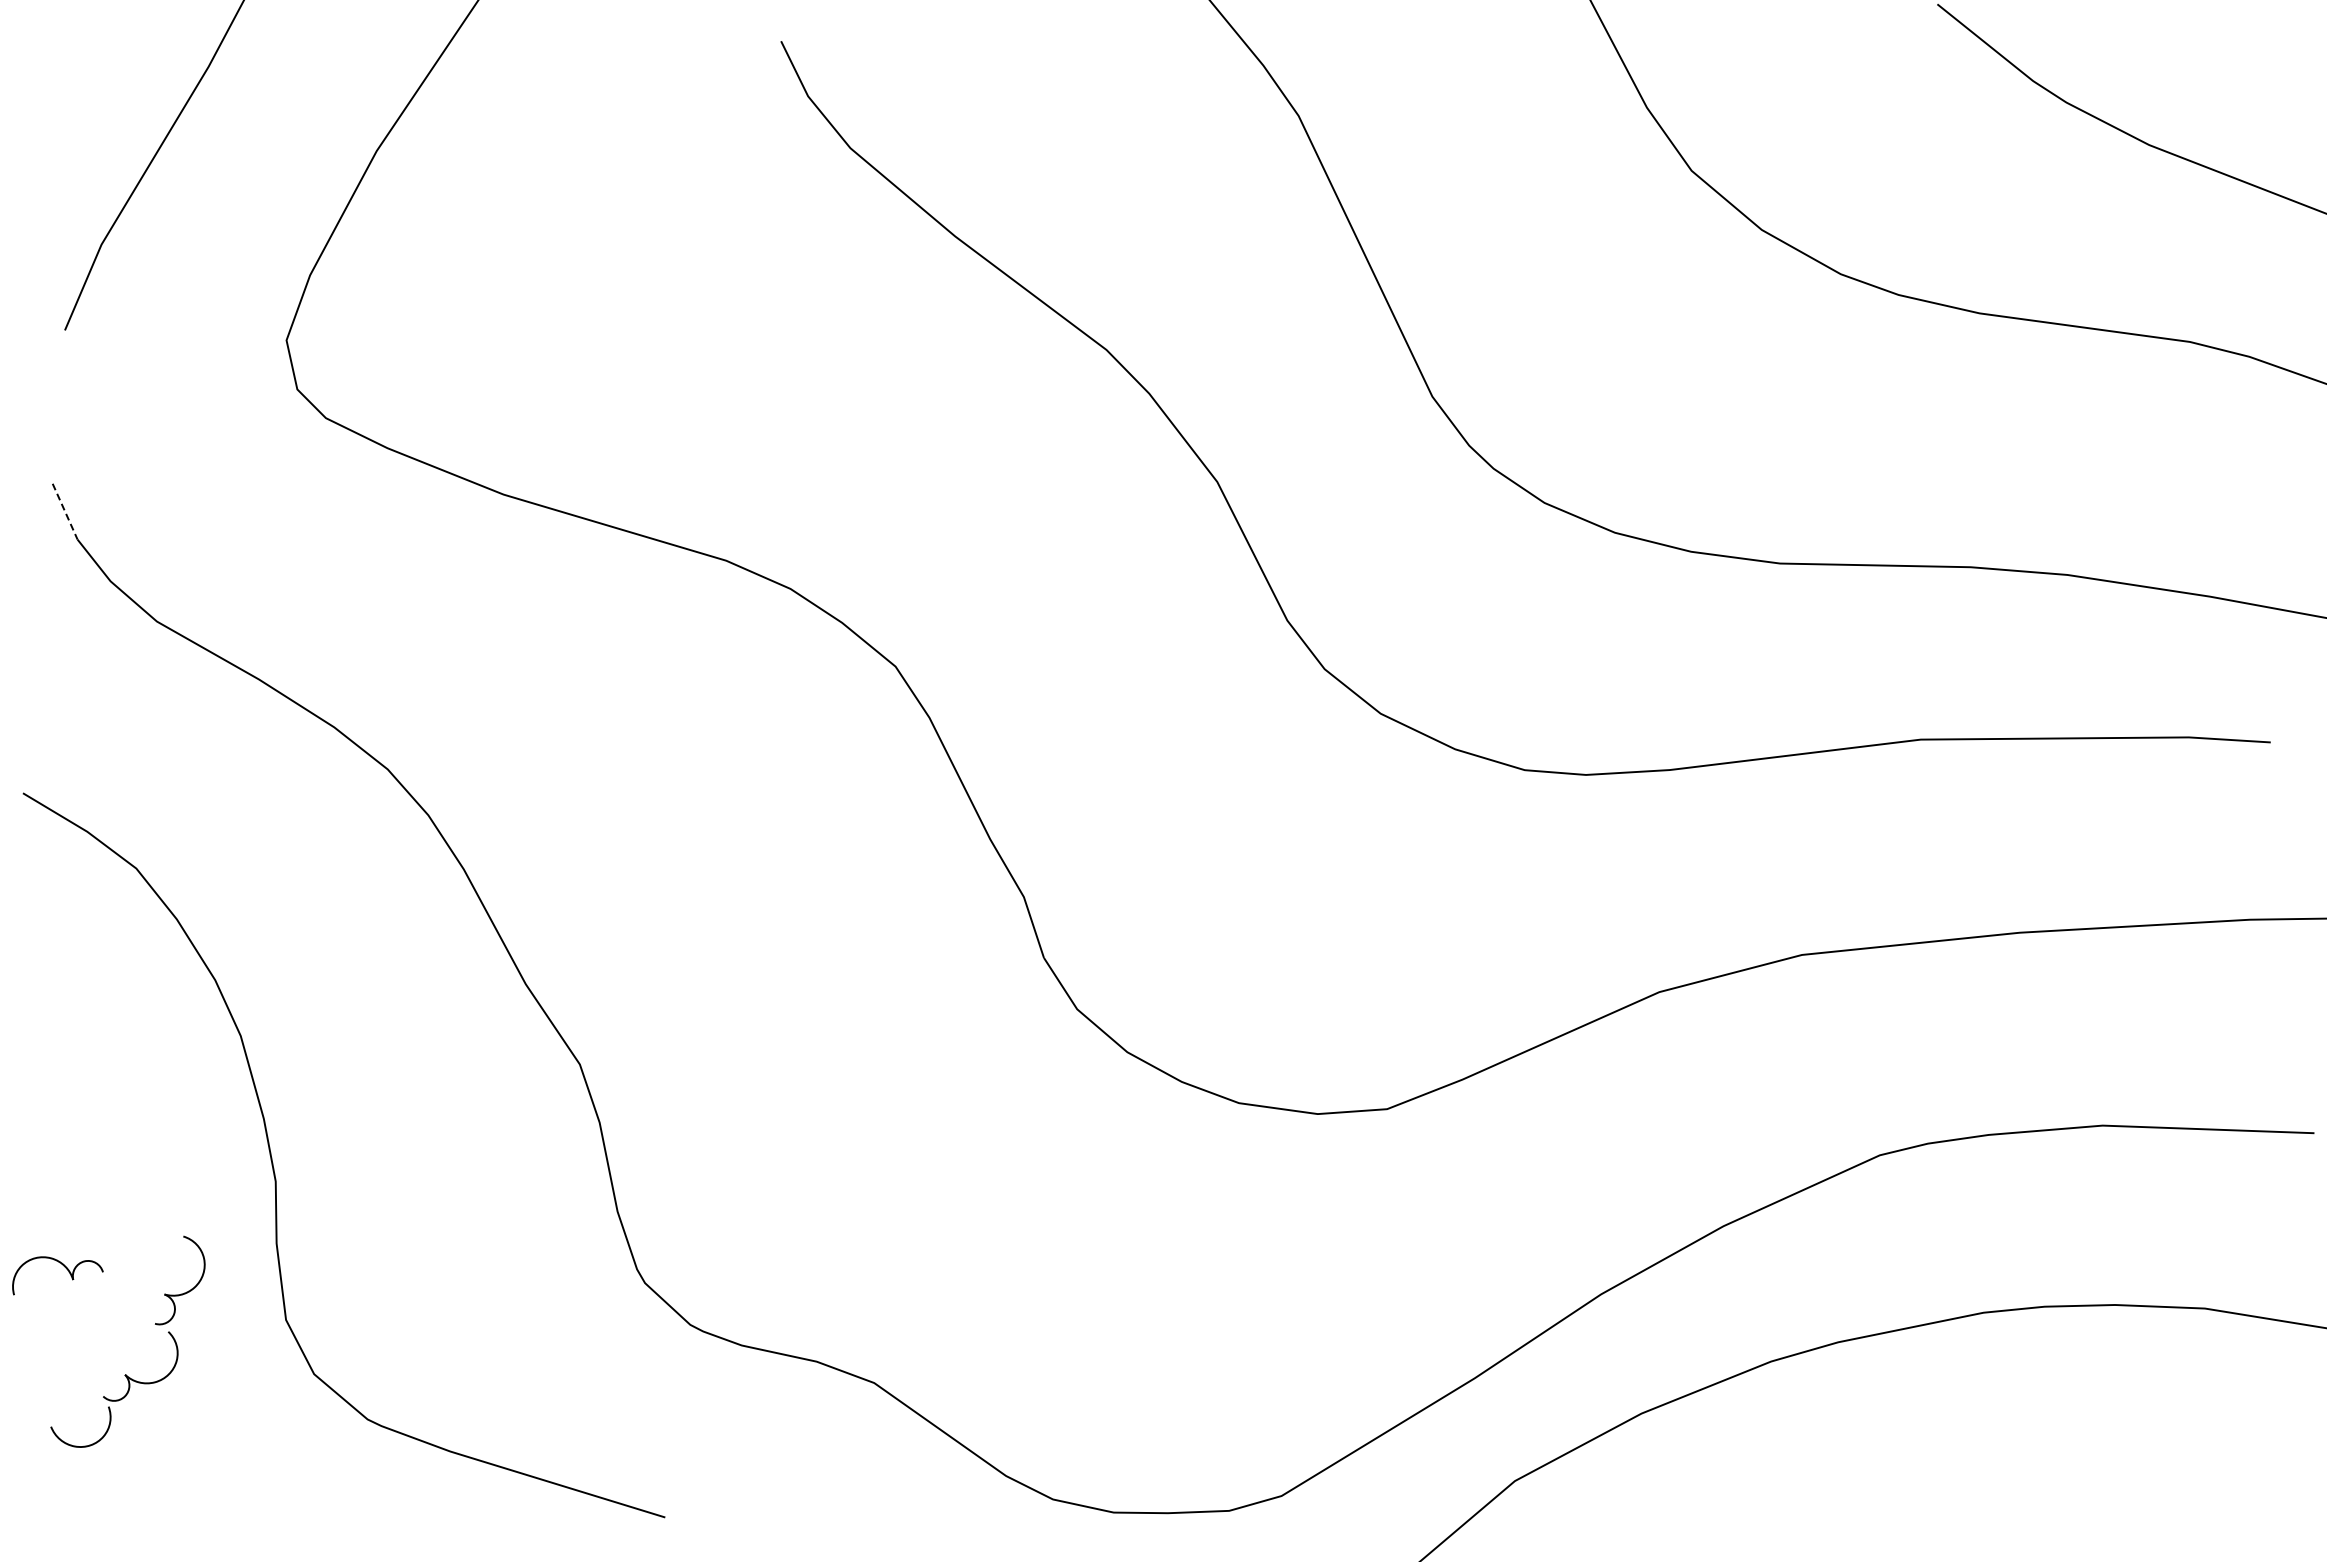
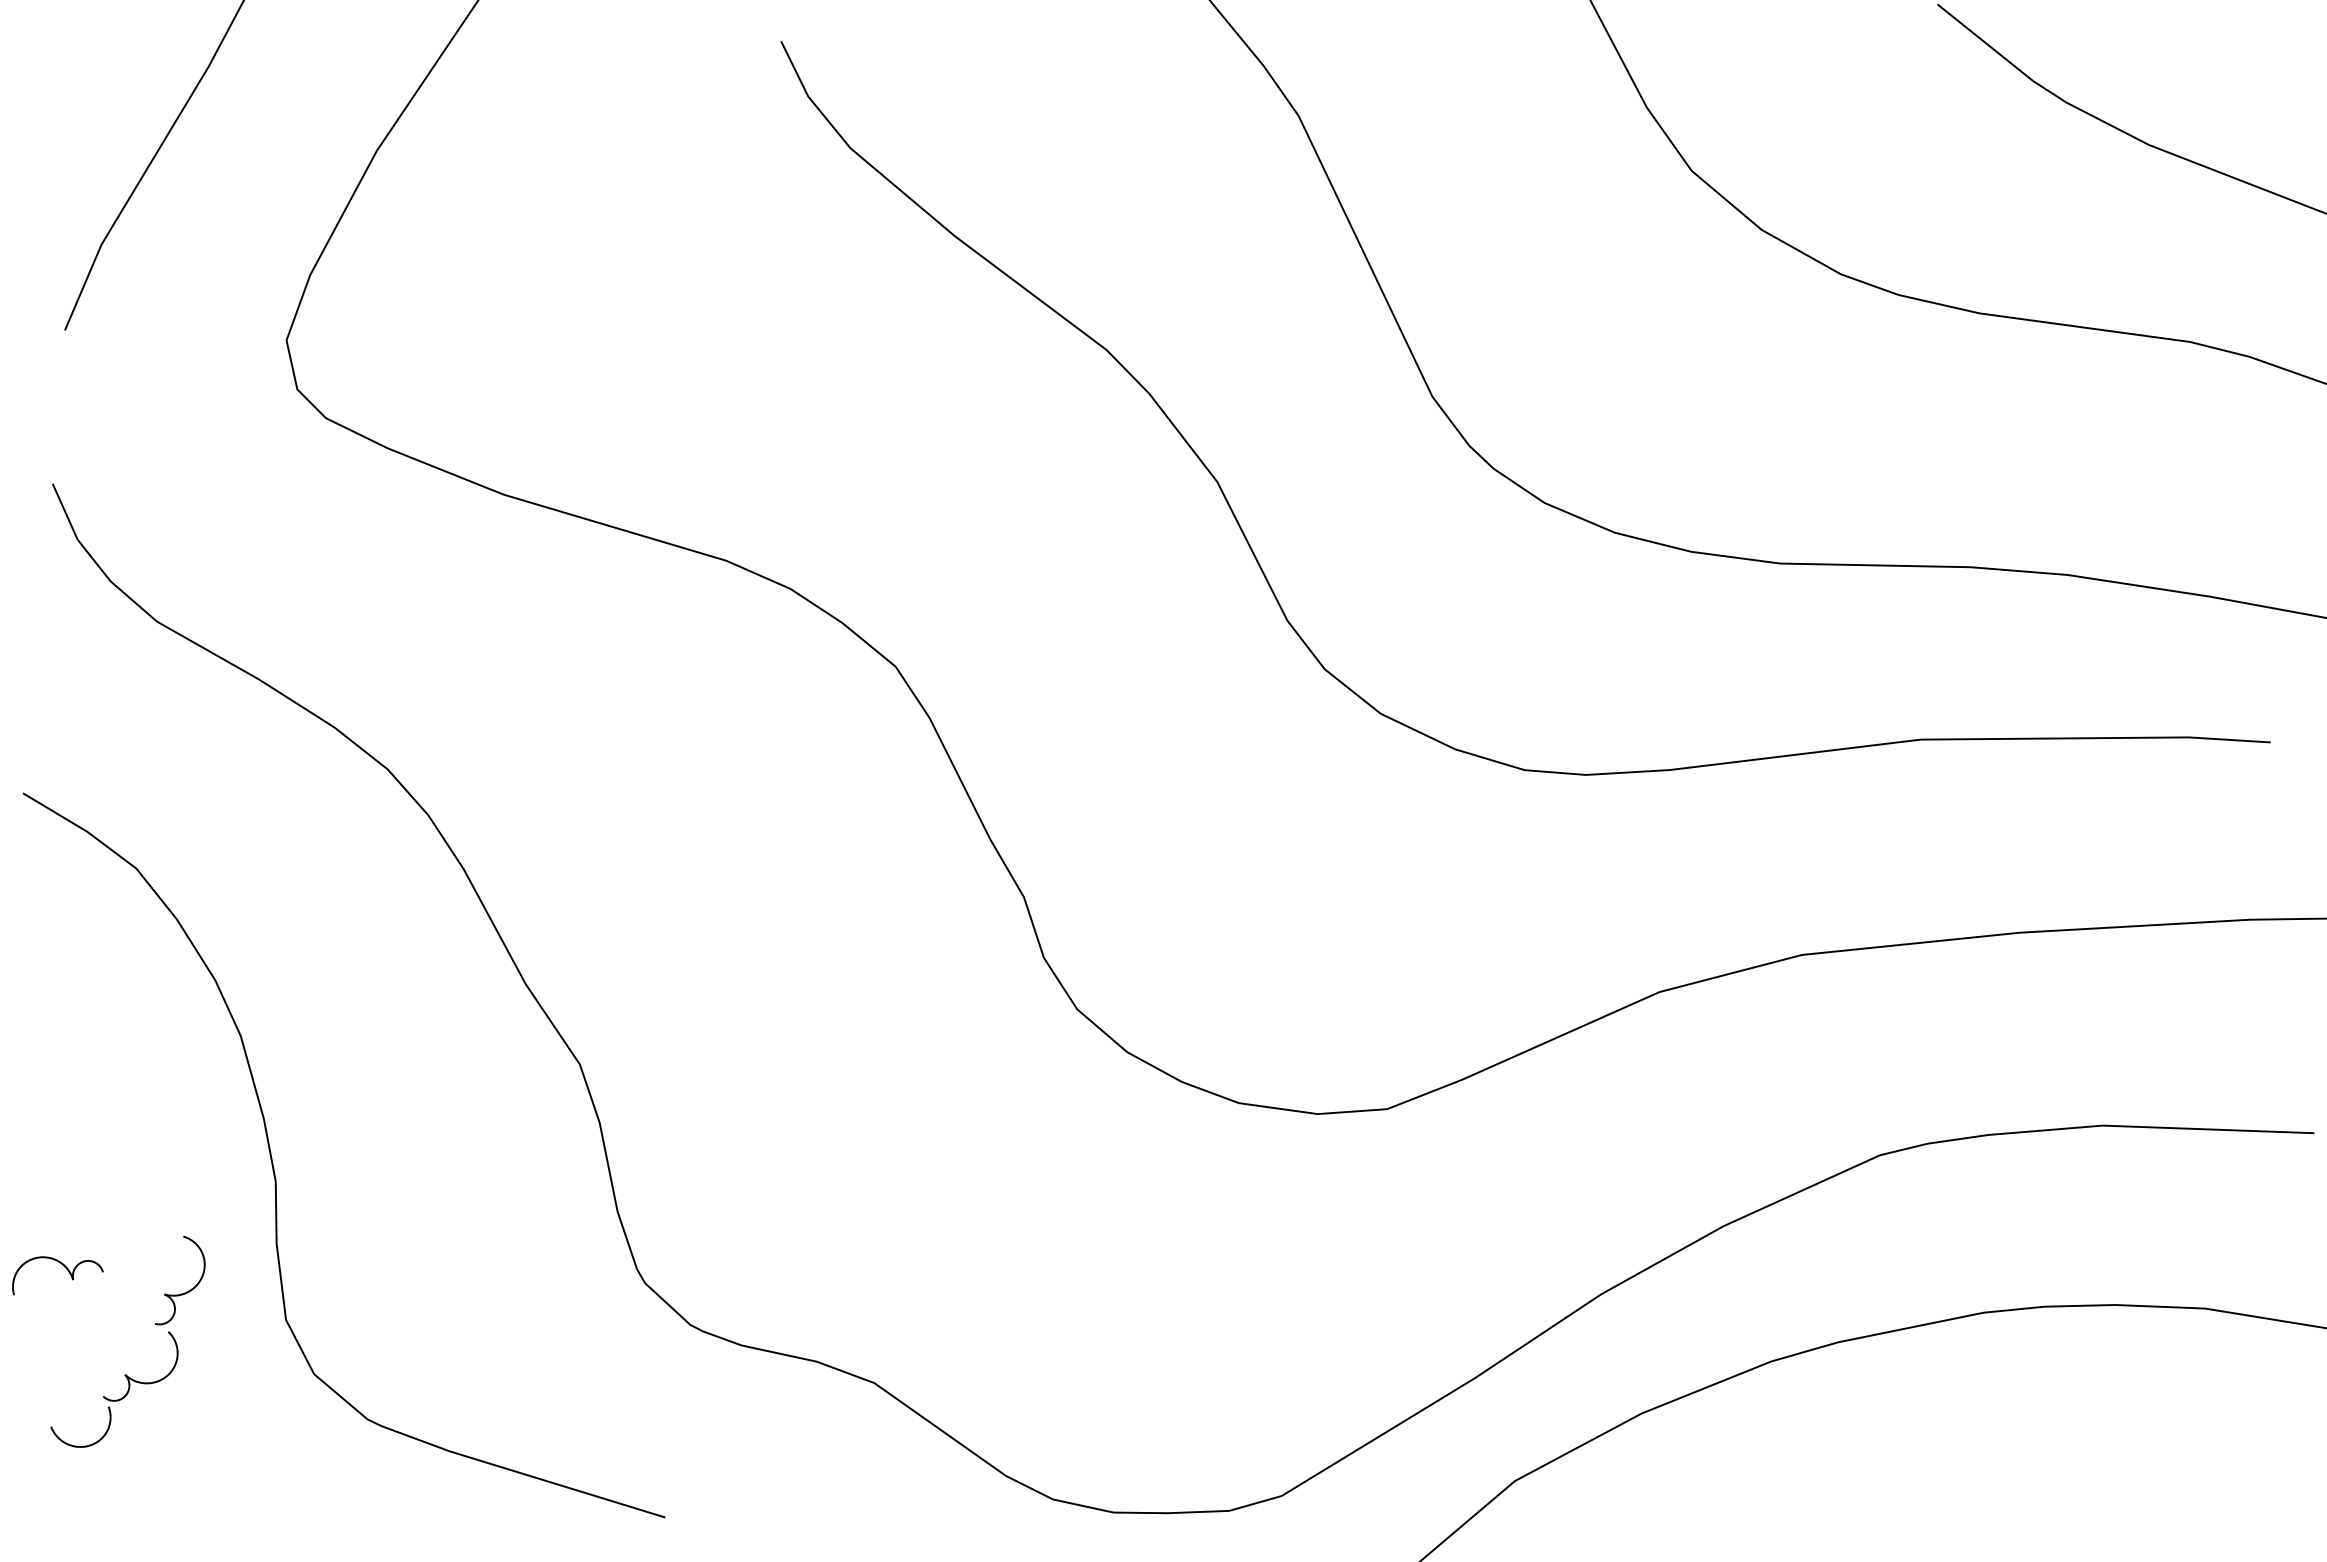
line at (65, 511): dashed -> solid
